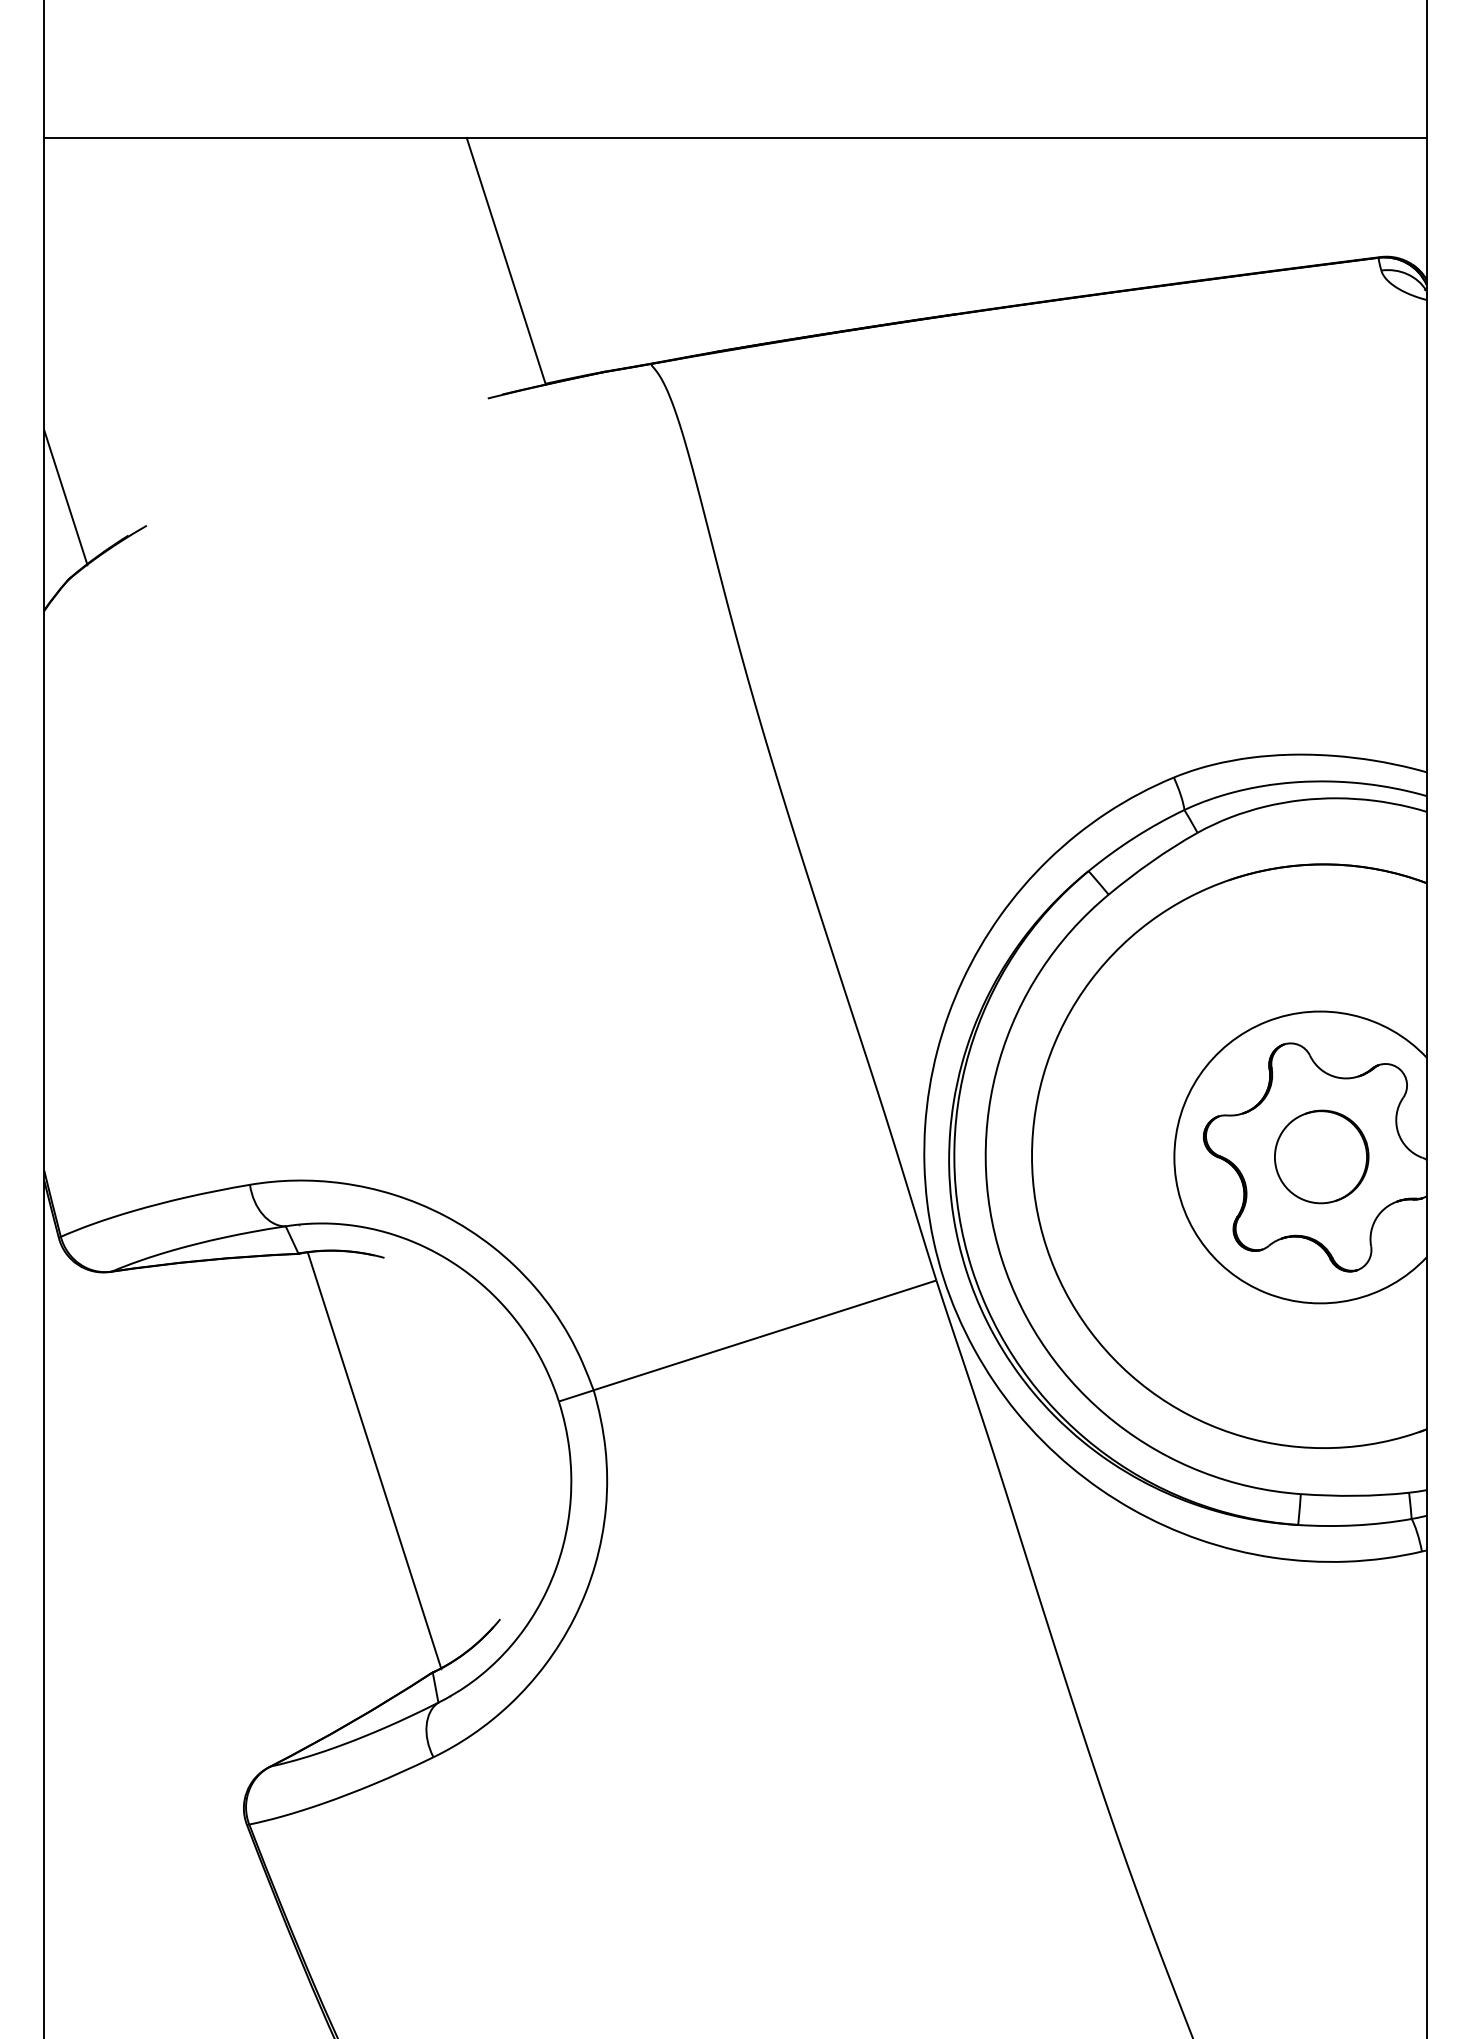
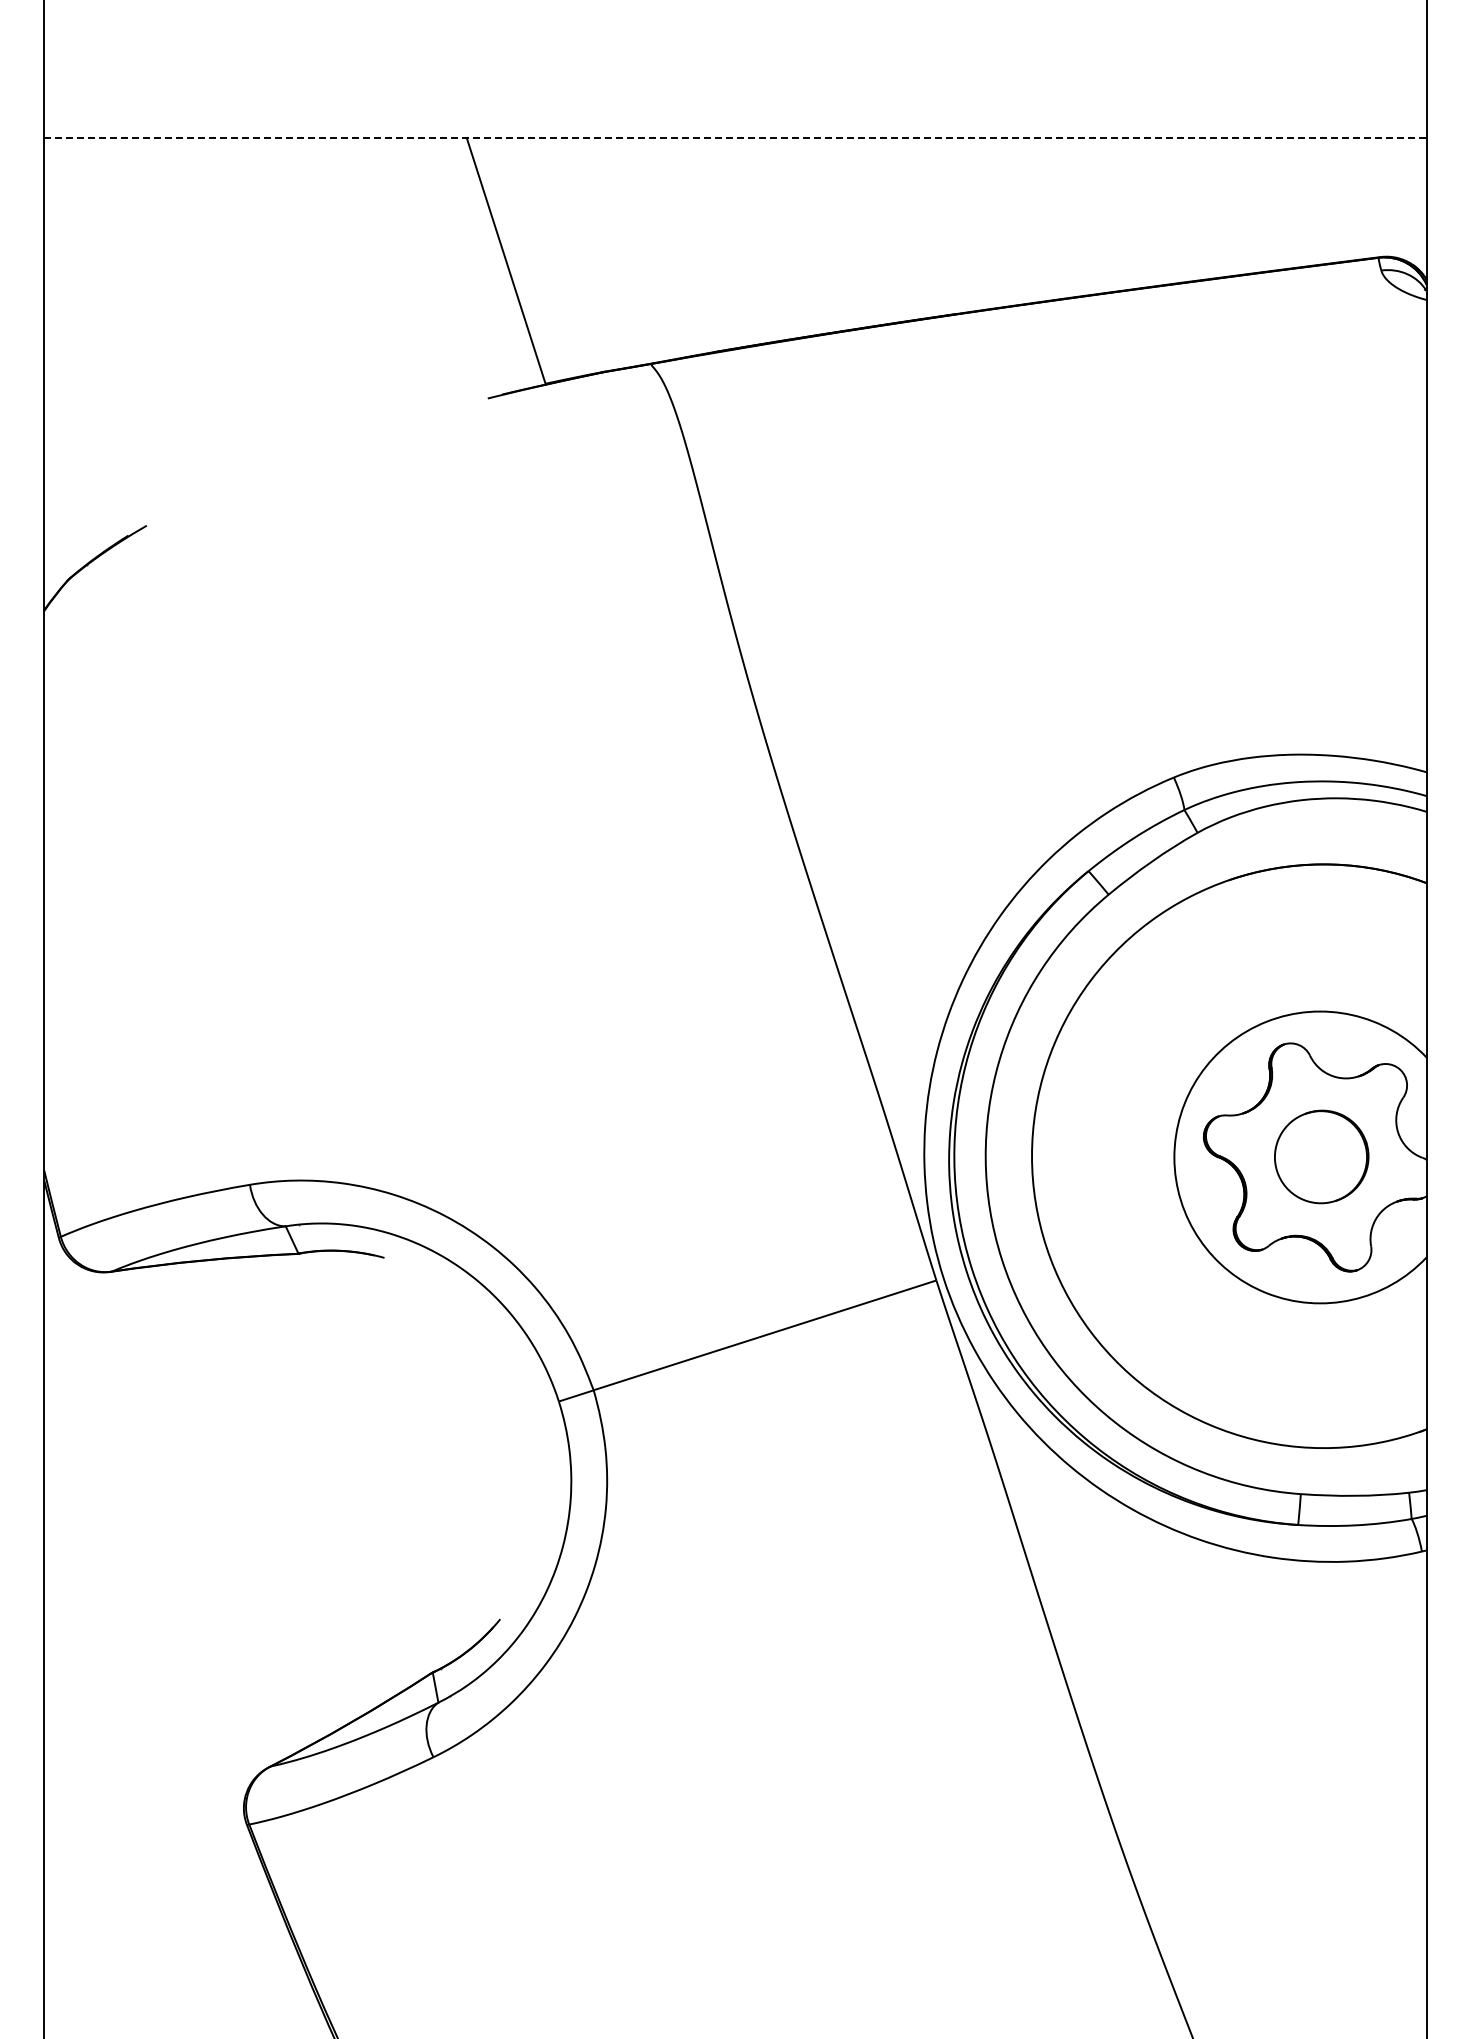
line at (735, 137): solid -> dashed
line at (65, 497): present -> none
line at (374, 1460): present -> none
